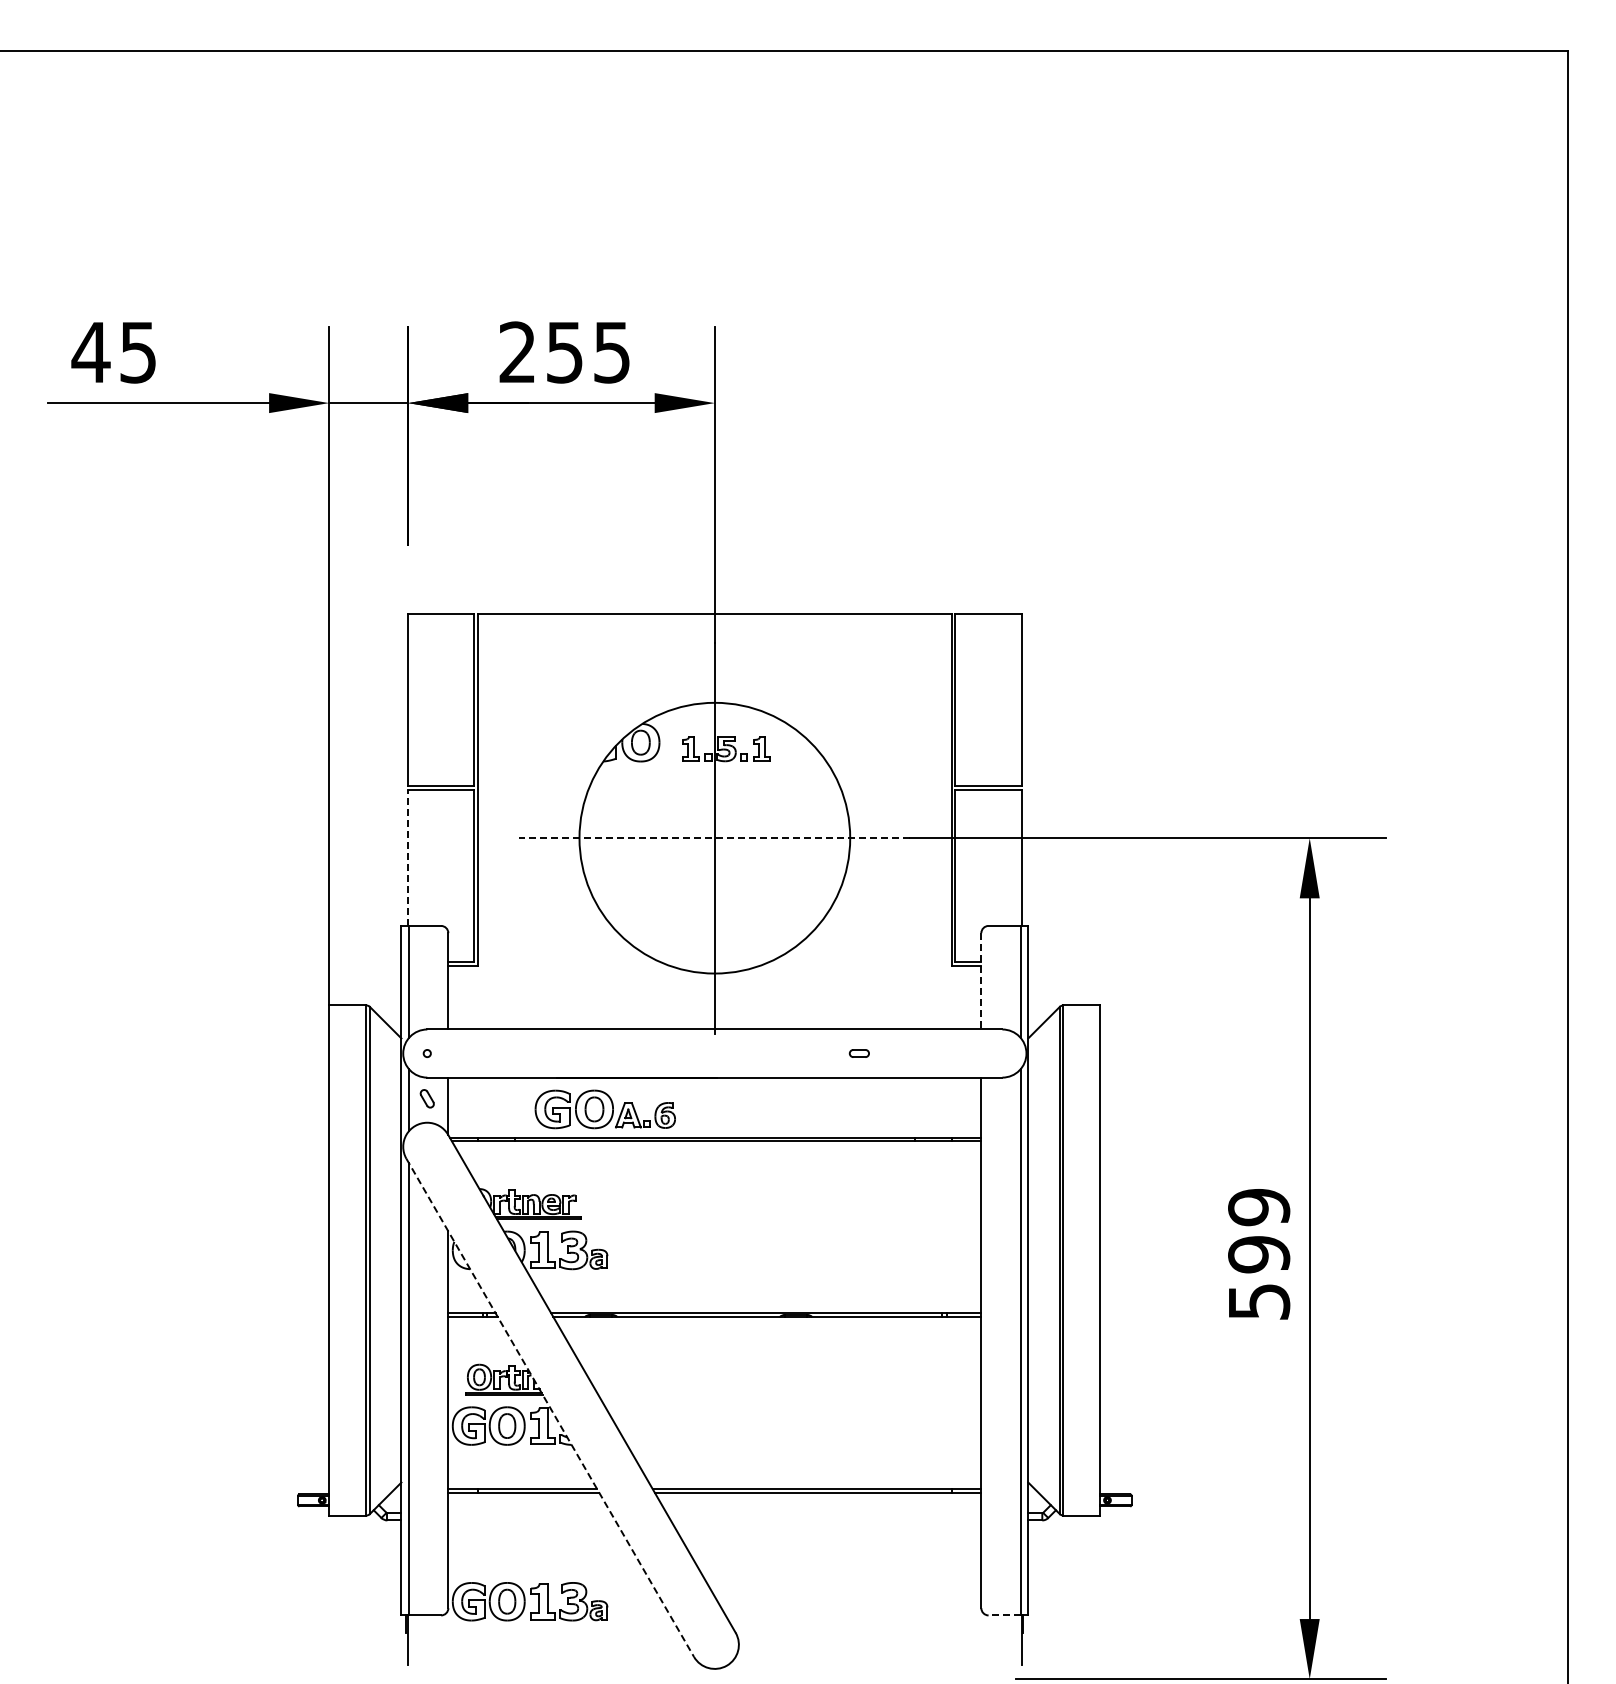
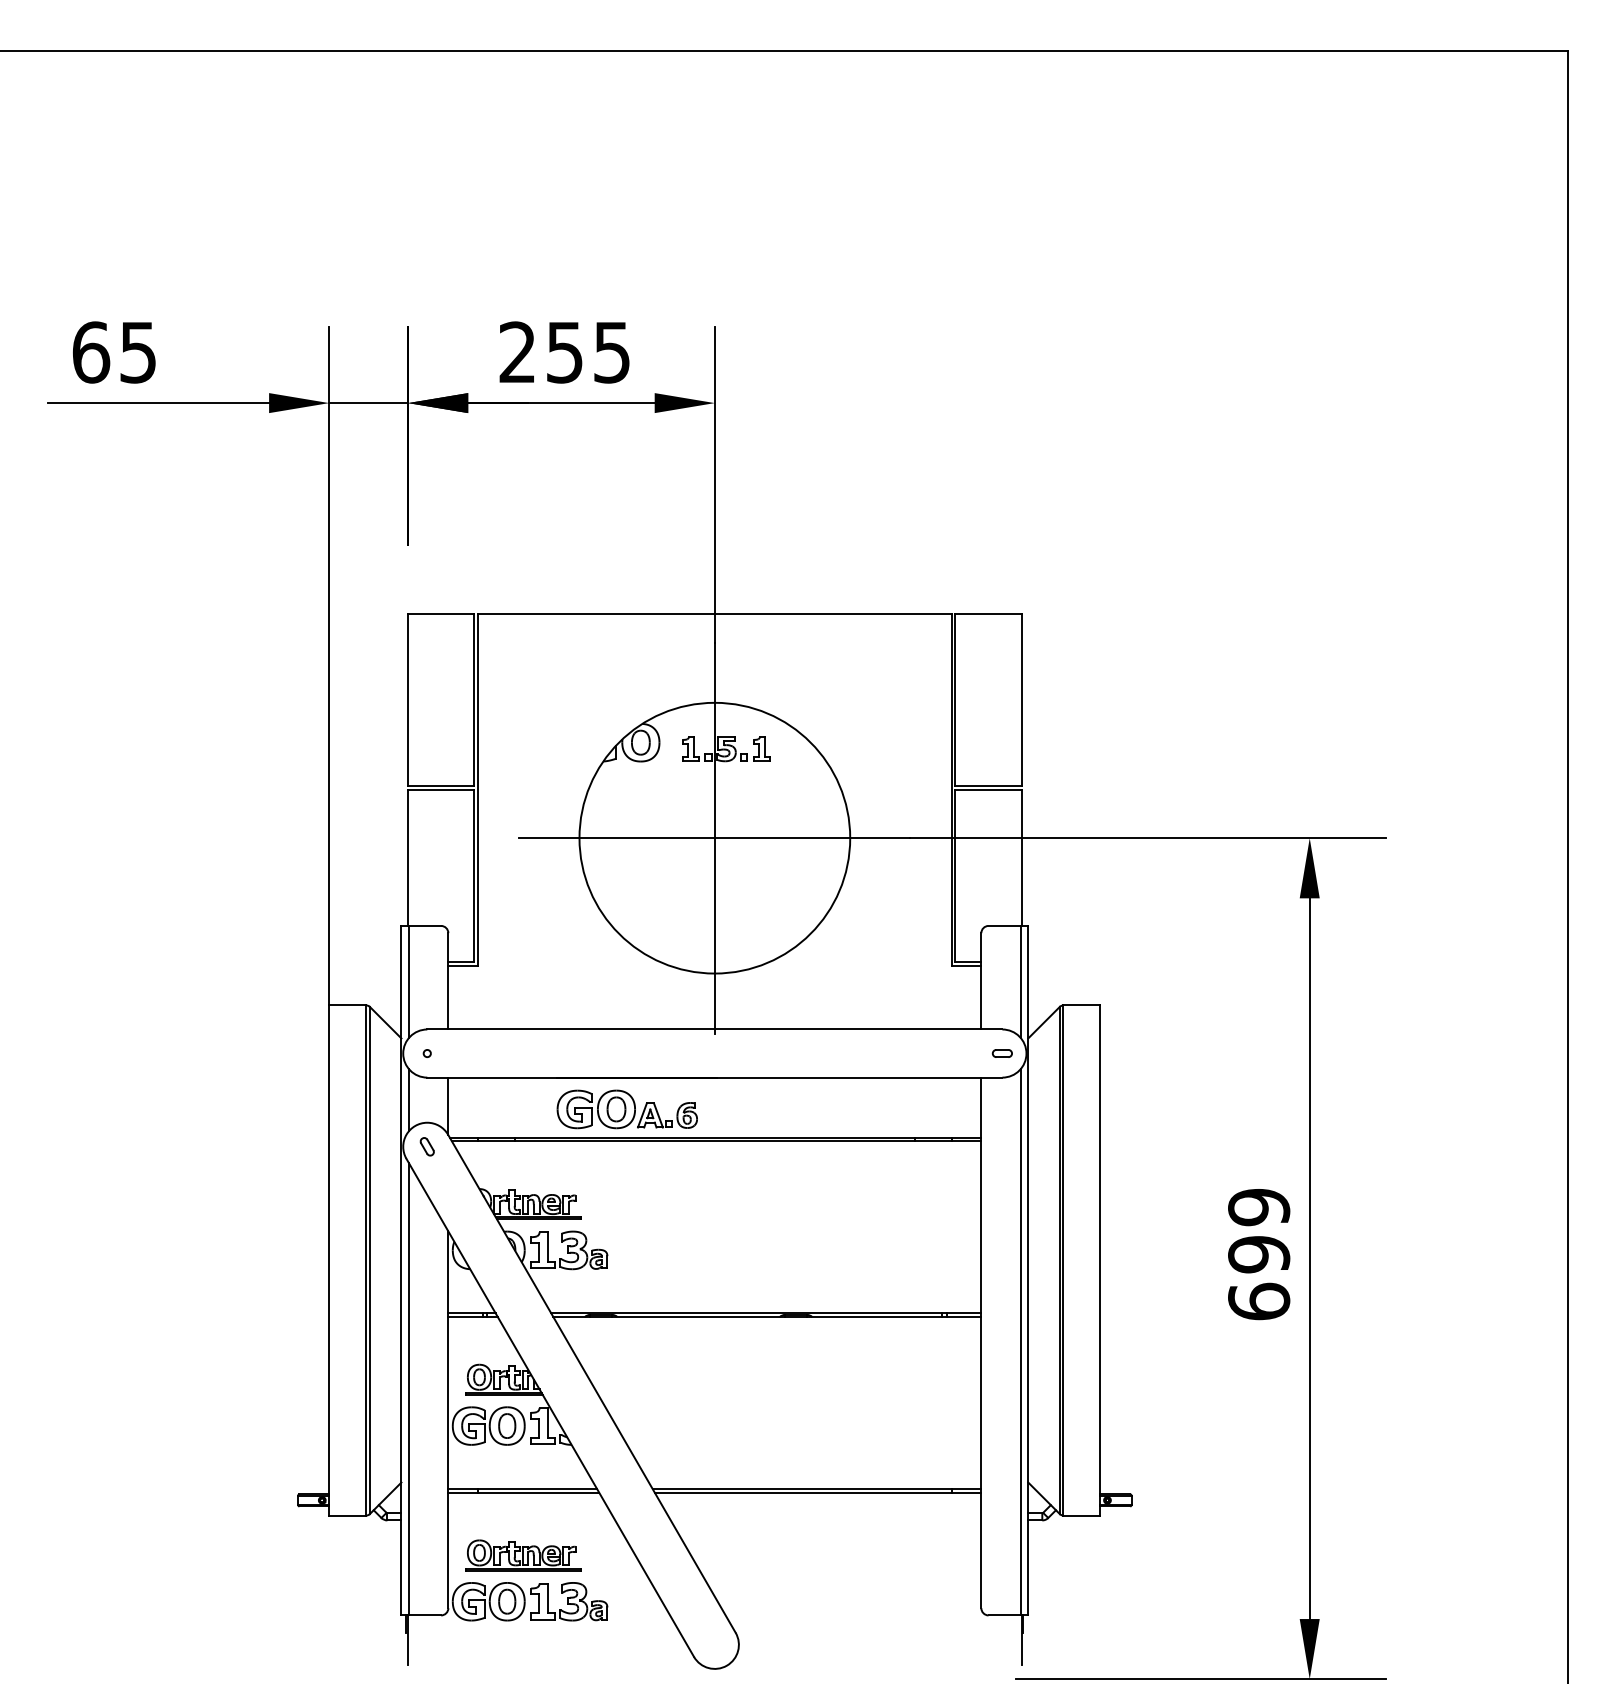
text at (90, 352): 45 -> 65
line at (714, 838): dashed -> solid
line at (408, 858): dashed -> solid
line at (981, 981): dashed -> solid
part at (858, 1053) position: (858, 1053) -> (1001, 1053)
part at (426, 1098) position: (426, 1098) -> (426, 1146)
part at (604, 1109) position: (604, 1109) -> (626, 1109)
text at (1259, 1301): 599 -> 699
line at (550, 1407): dashed -> solid
part at (523, 1555): none -> present
line at (1004, 1615): dashed -> solid
